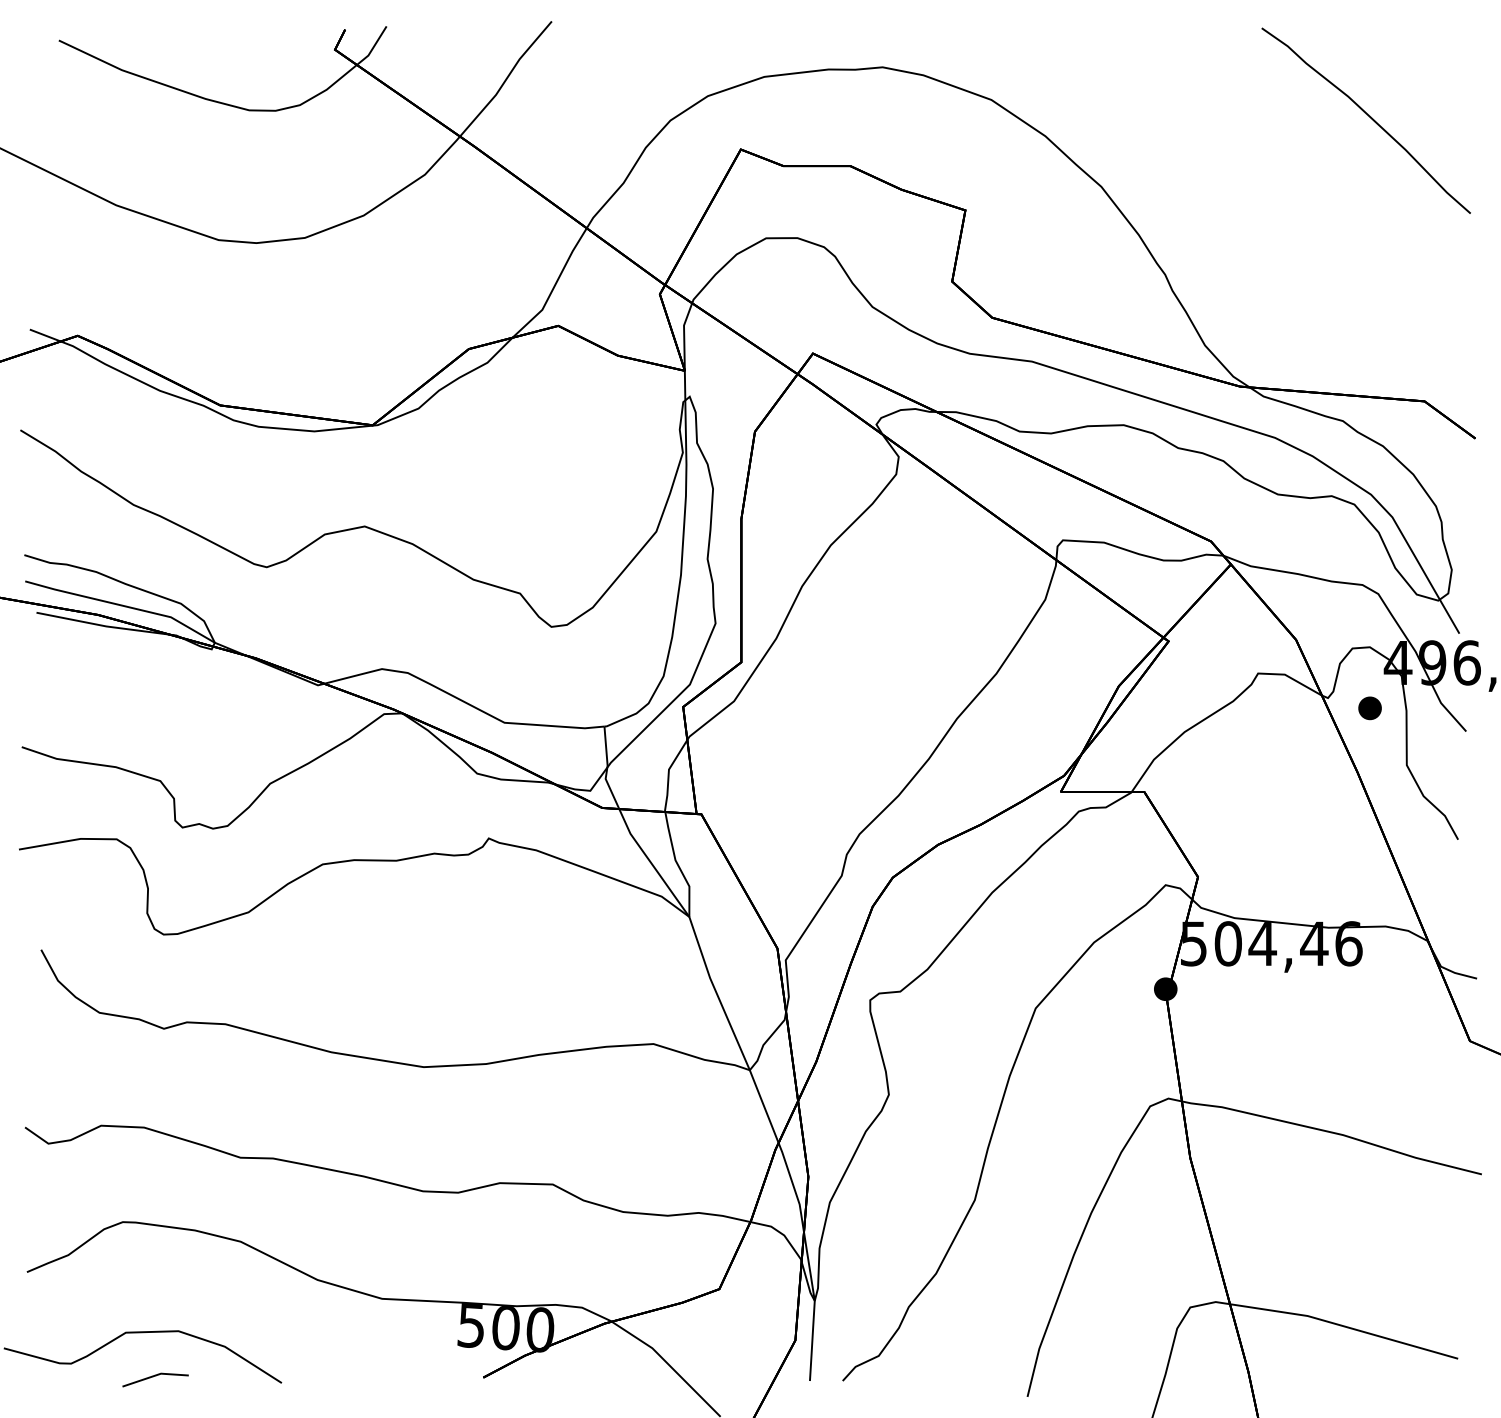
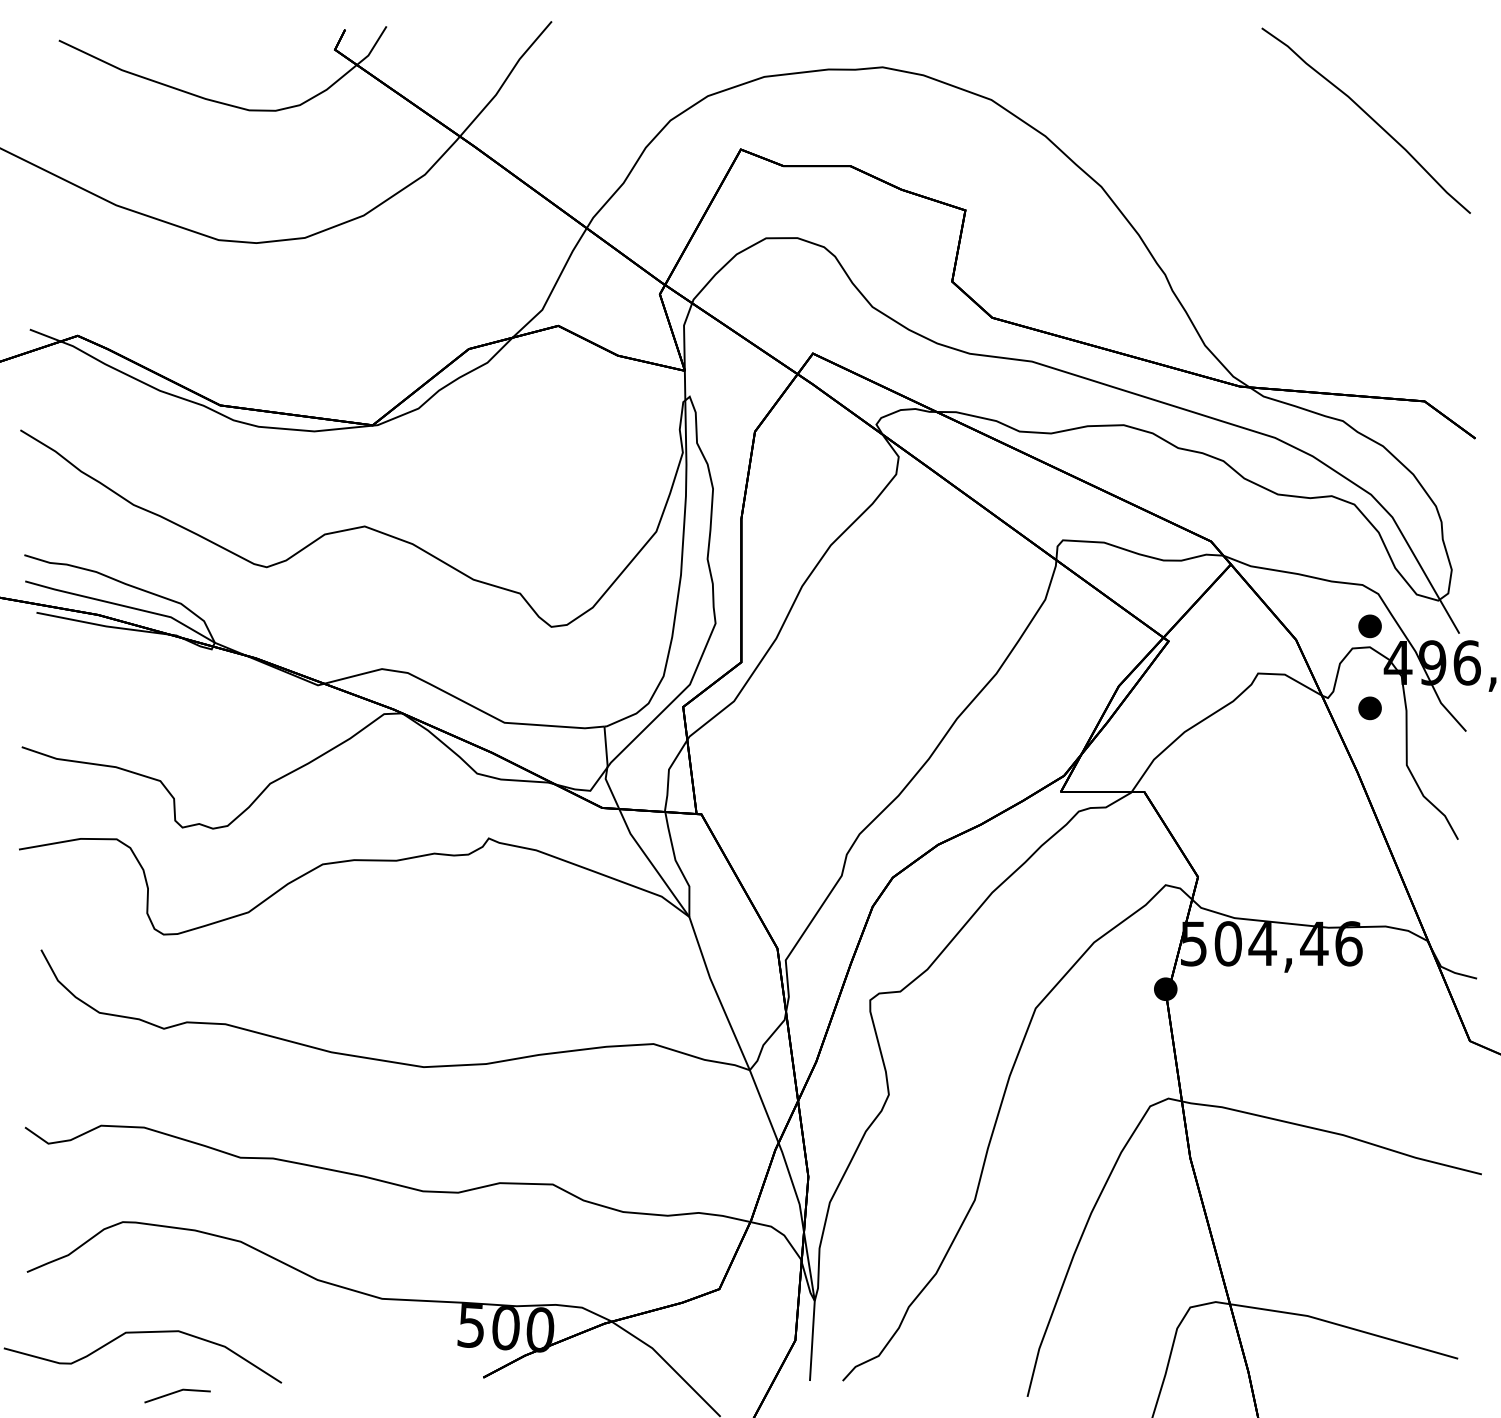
part at (1369, 626): none -> present
line at (153, 1377) position: (153, 1377) -> (175, 1393)
